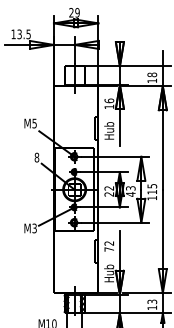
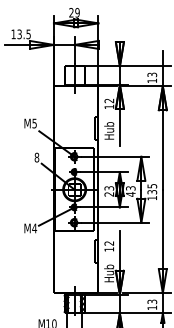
text at (151, 74): 18 -> 13
text at (109, 100): 16 -> 12
text at (109, 188): 22 -> 23
text at (152, 192): 115 -> 135
text at (34, 228): M3 -> M4
text at (109, 249): 72 -> 12
